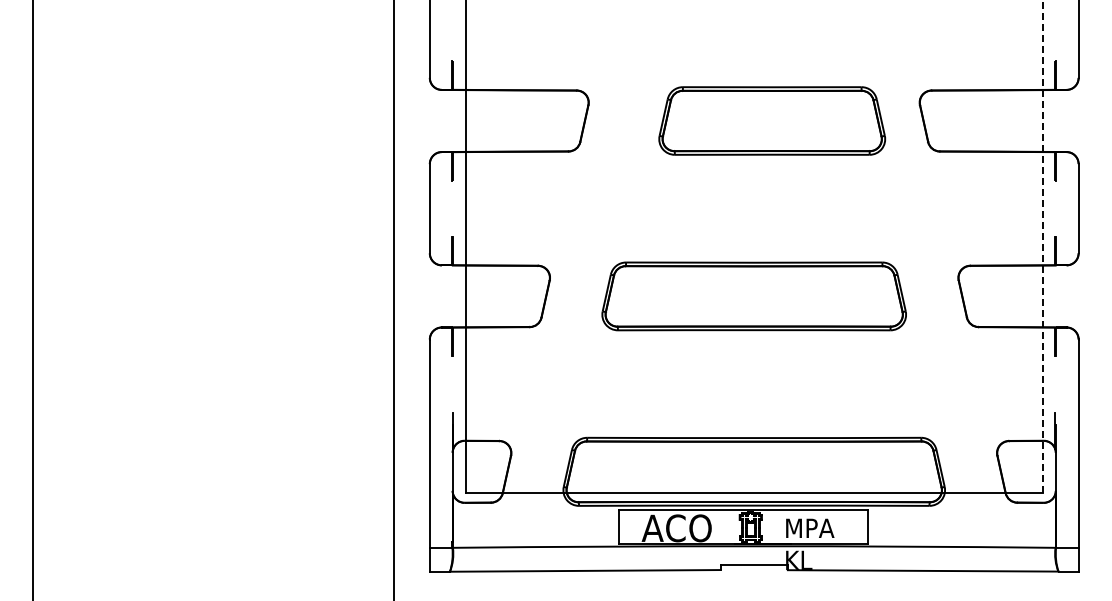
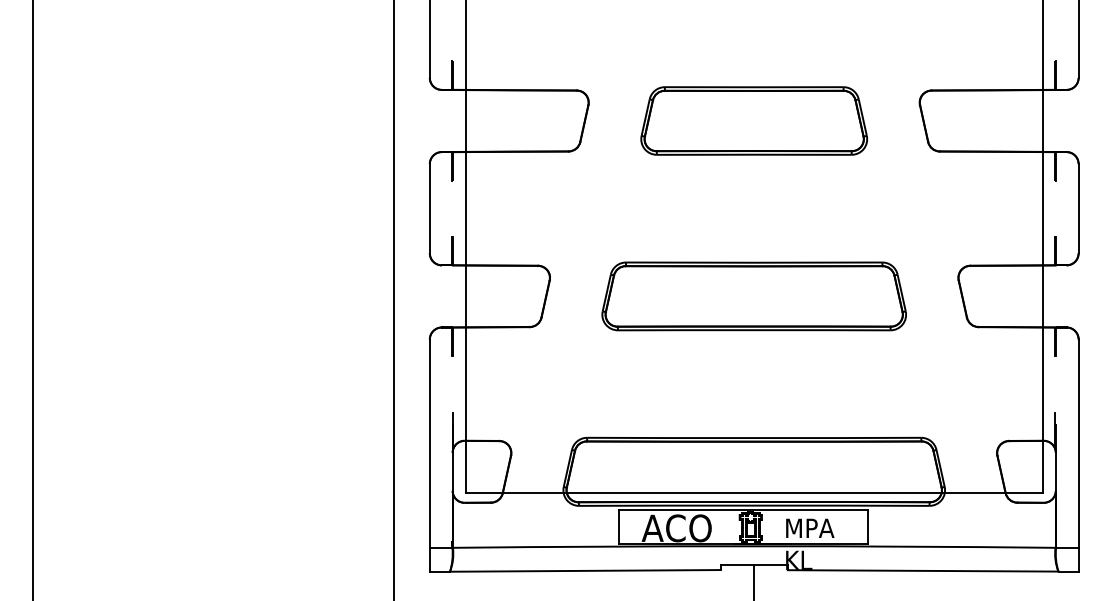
part at (772, 120) position: (772, 120) -> (754, 120)
line at (1042, 246): dashed -> solid
line at (754, 580): none -> present
